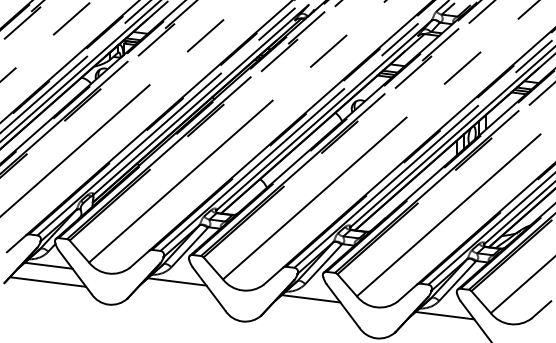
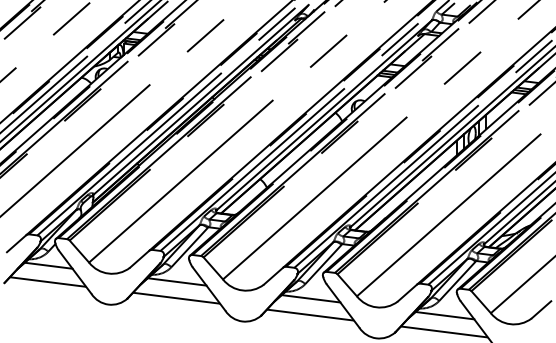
line at (176, 297): none -> present
line at (310, 314): none -> present
line at (443, 331): none -> present
